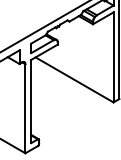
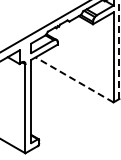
line at (119, 49): solid -> dashed
line at (74, 79): solid -> dashed
